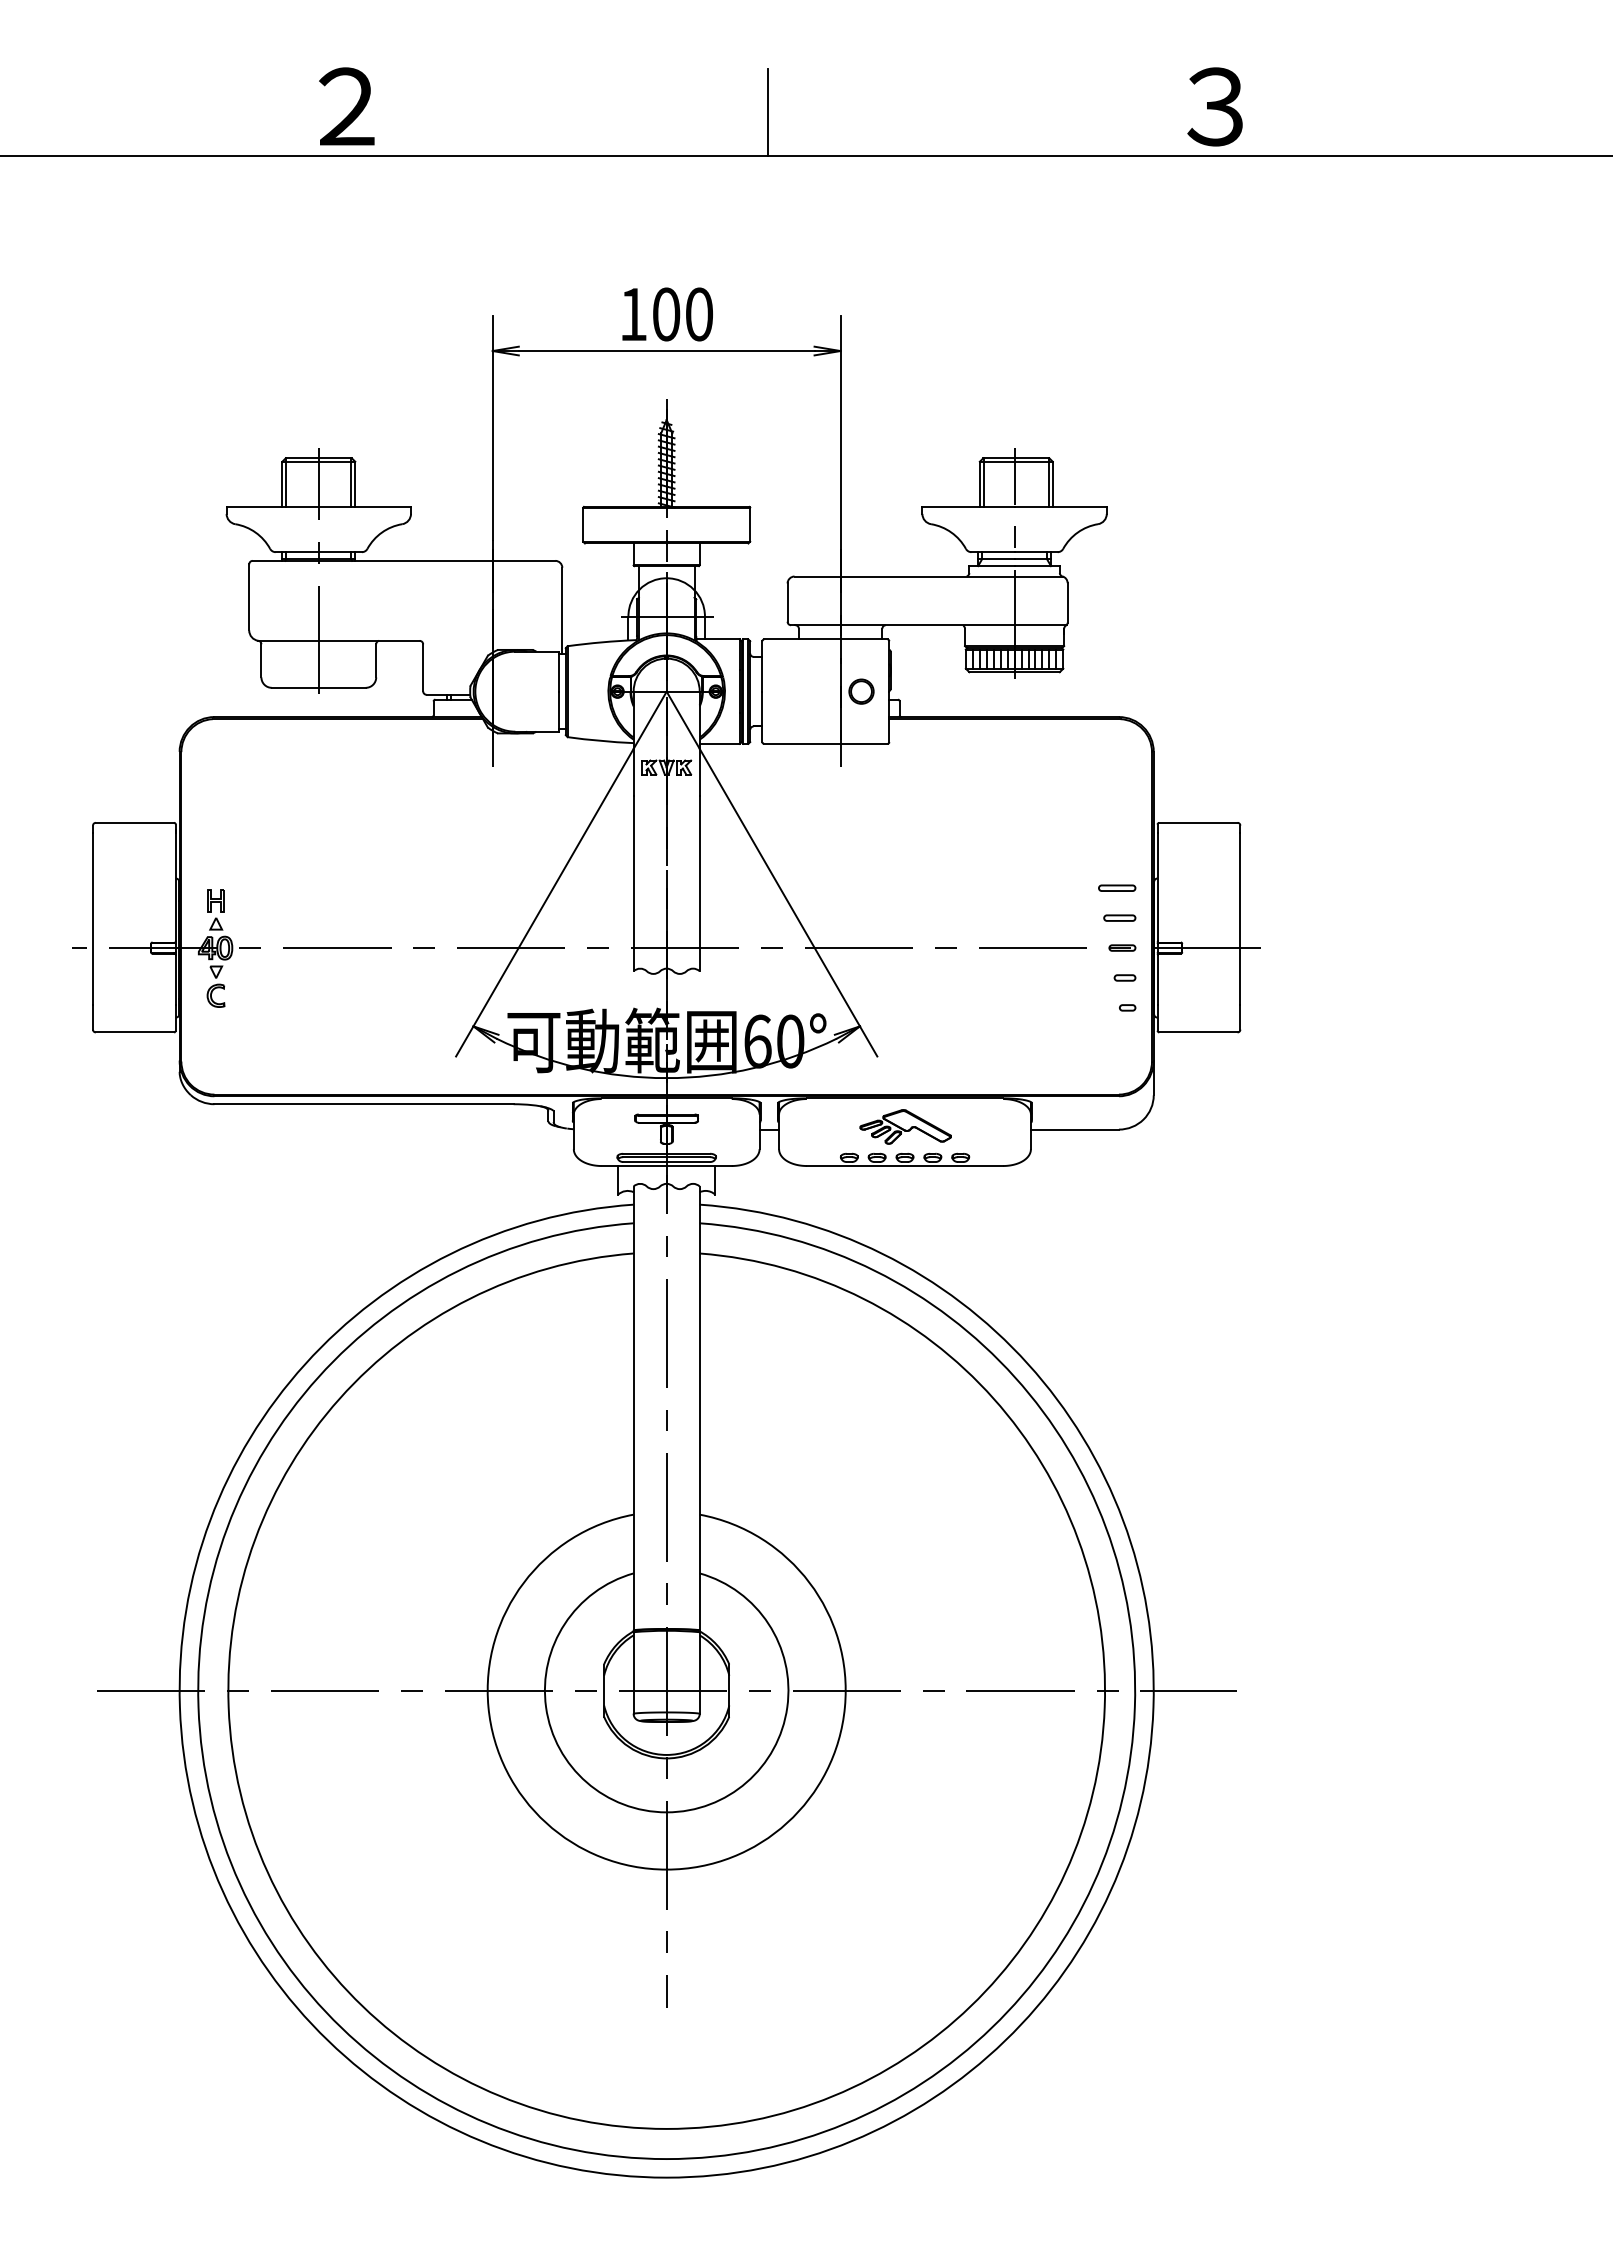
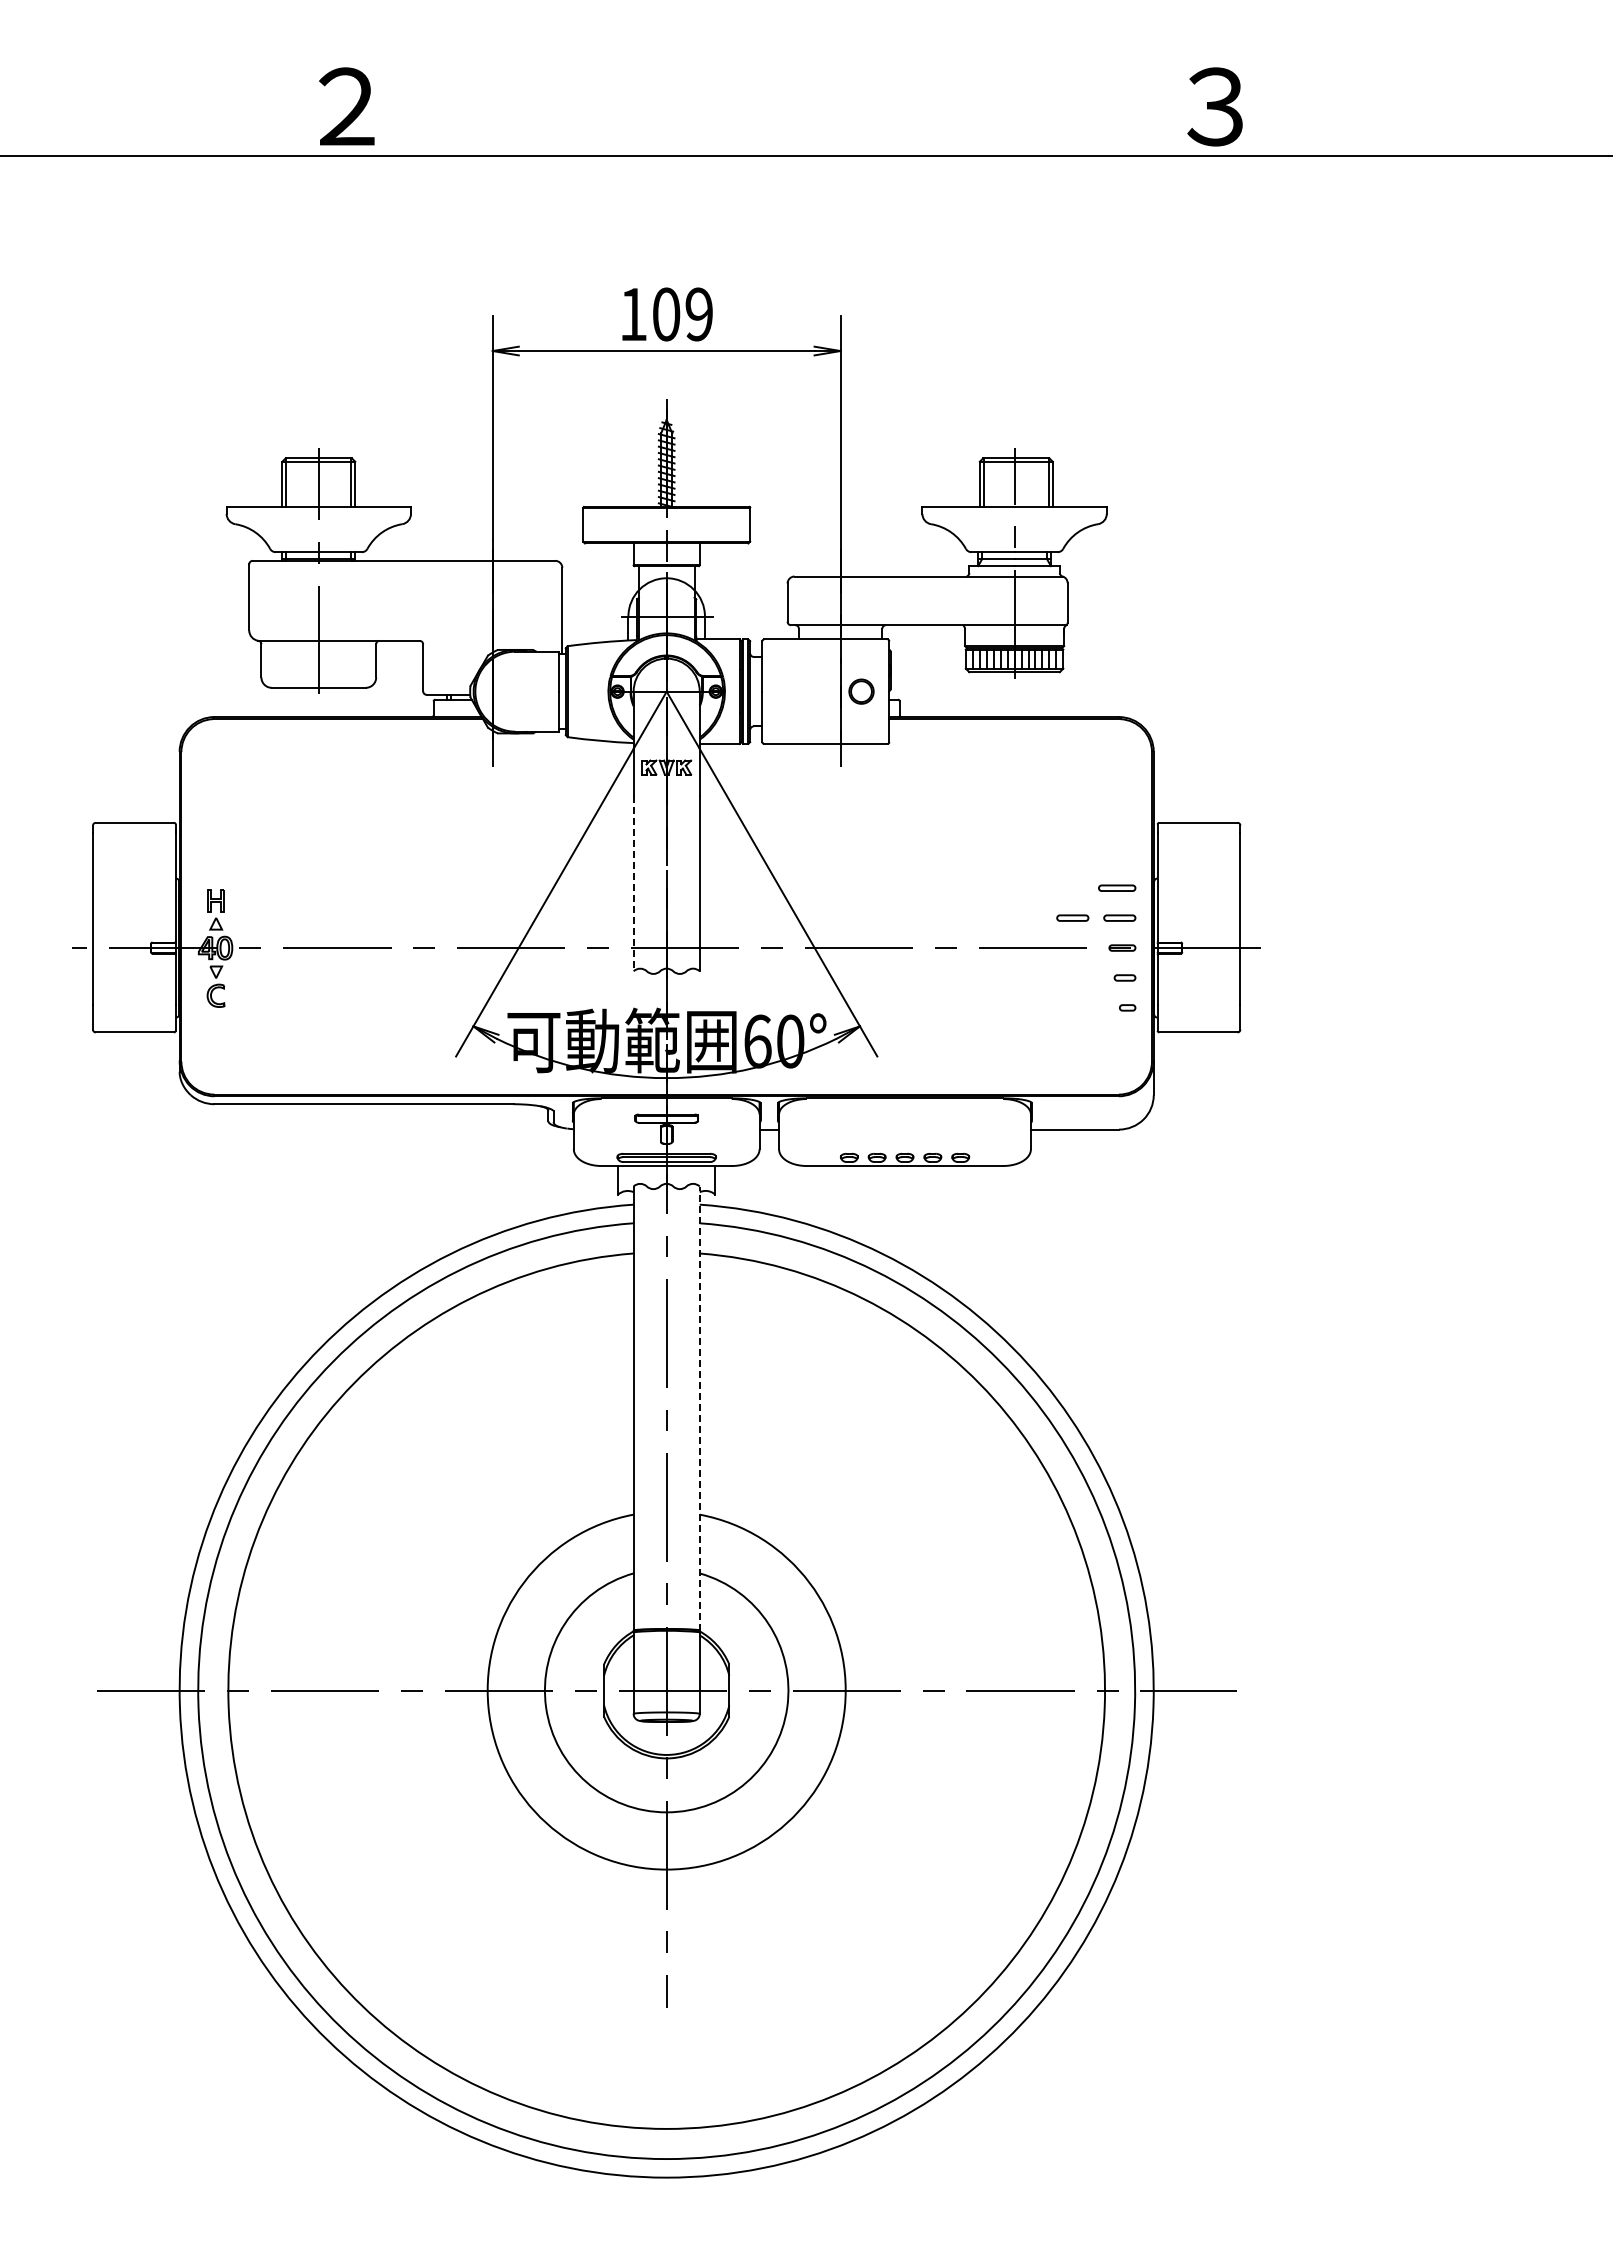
line at (767, 111): present -> none
text at (698, 314): 100 -> 109
line at (633, 883): solid -> dashed
part at (1072, 917): none -> present
part at (905, 1126): present -> none
line at (699, 1408): solid -> dashed
